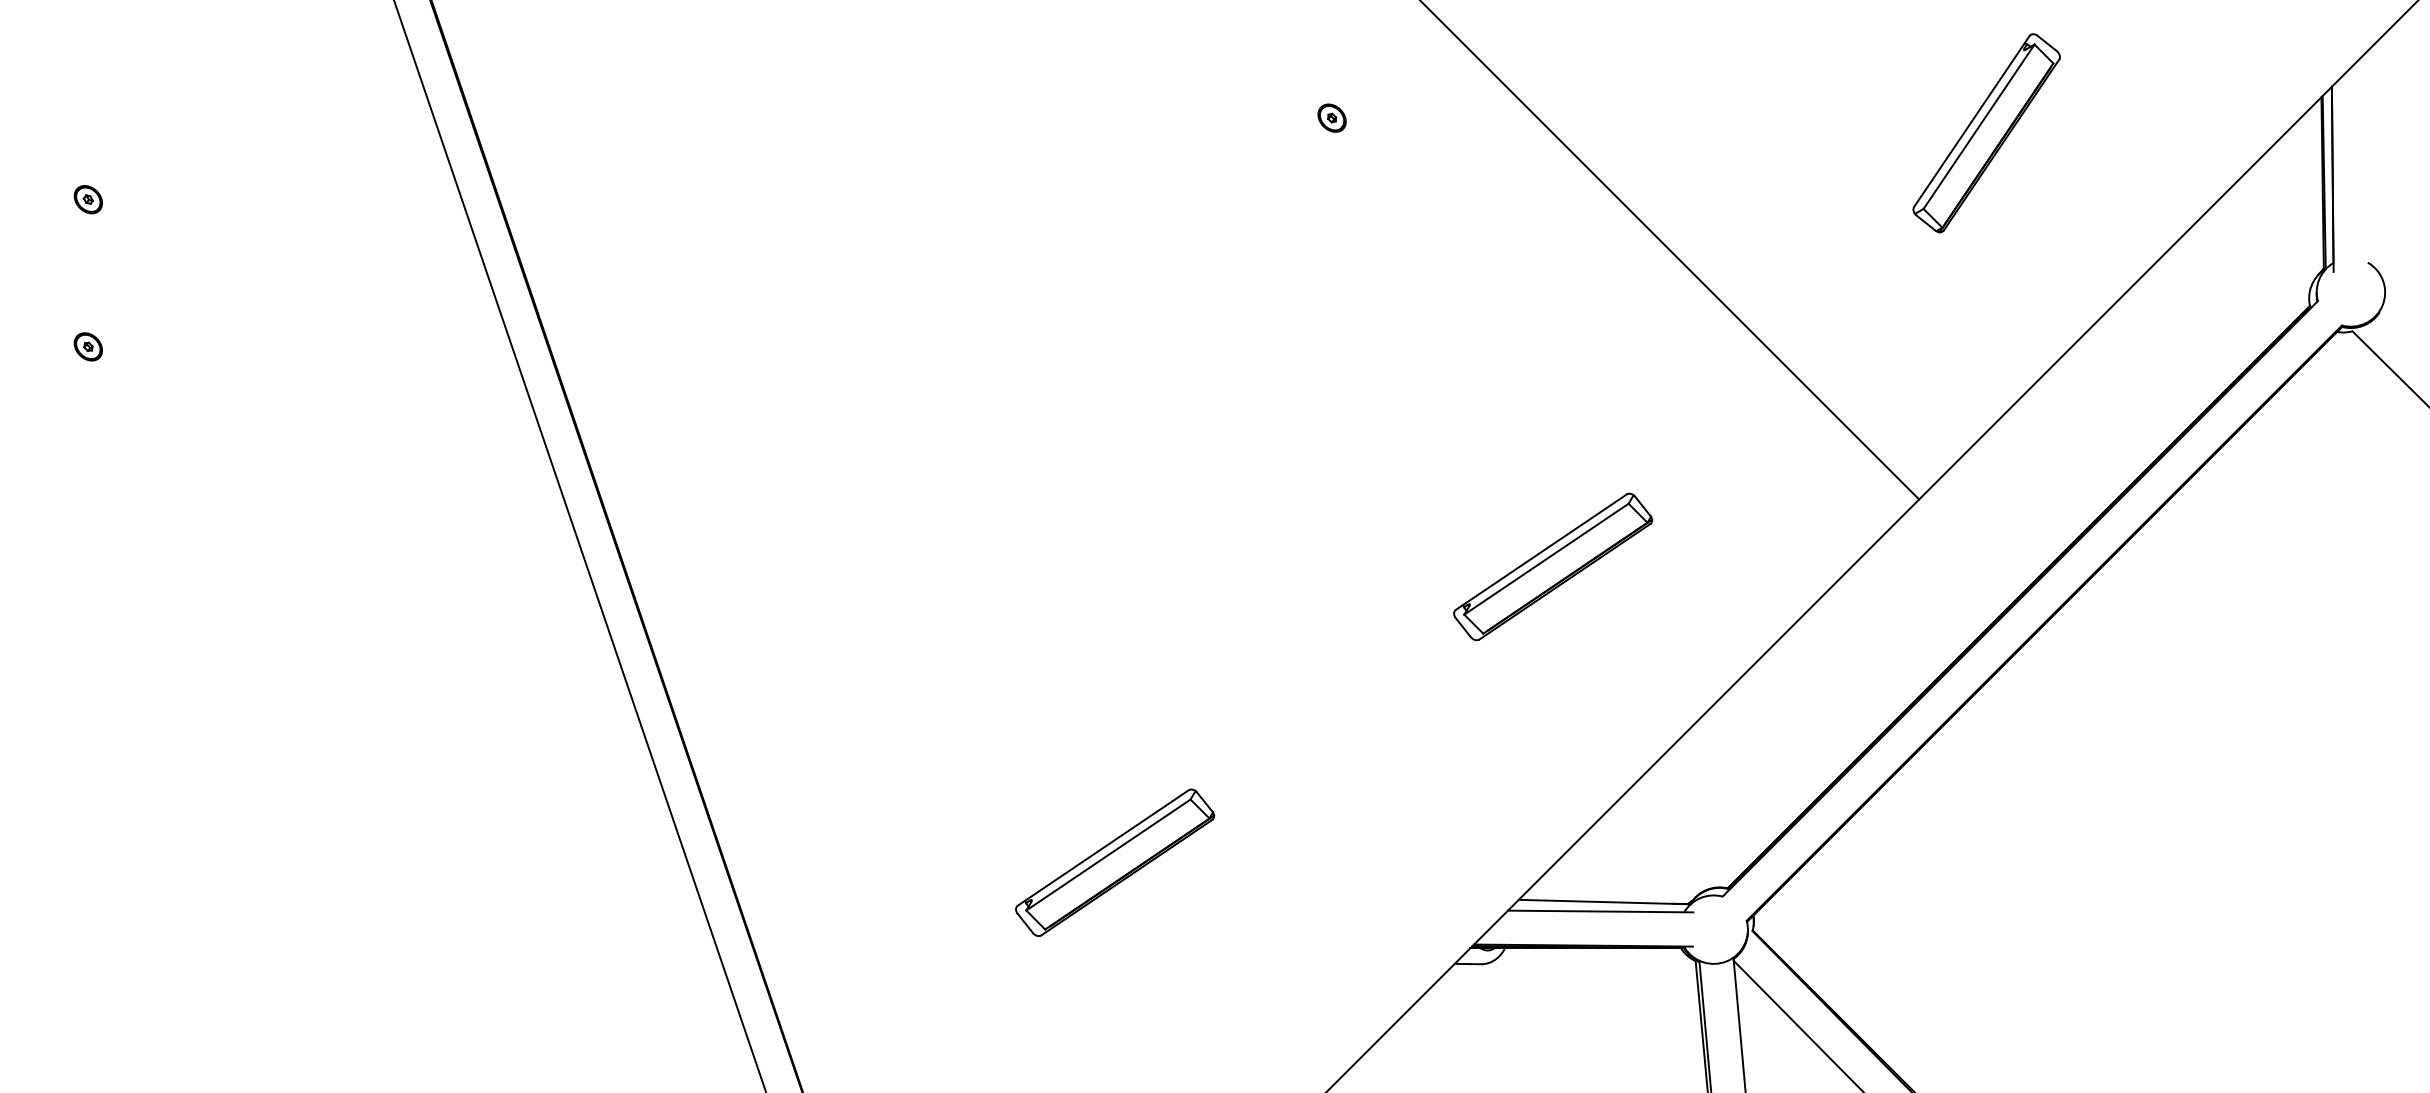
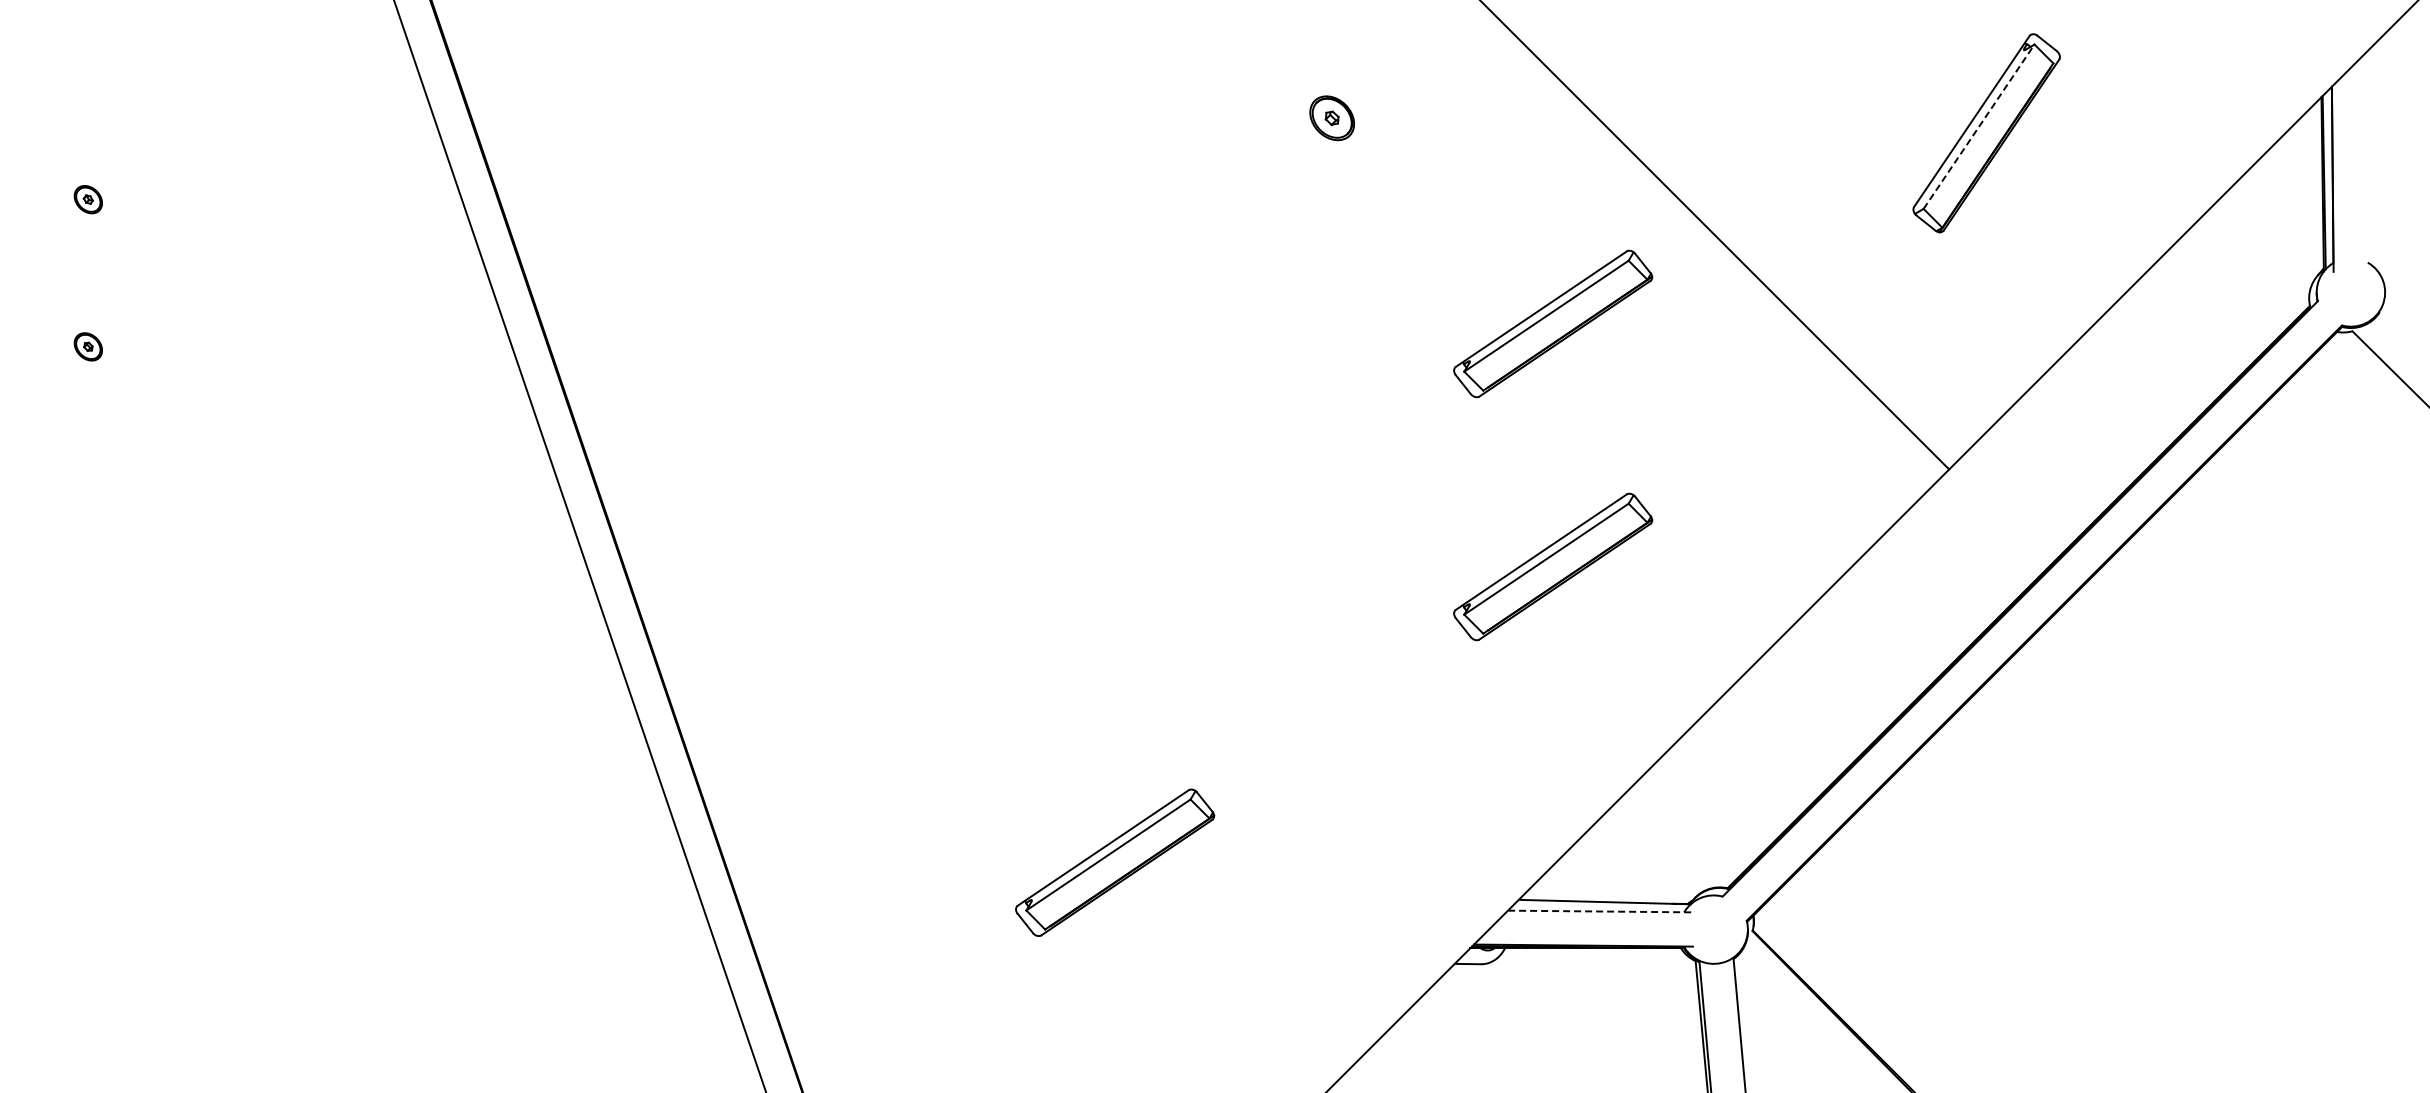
part at (1331, 117) size: 30x30 px -> 47x47 px
line at (1979, 126): solid -> dashed
line at (1670, 250) position: (1670, 250) -> (1715, 235)
part at (1553, 323): none -> present
line at (1600, 911): solid -> dashed
line at (1797, 1024): present -> none
